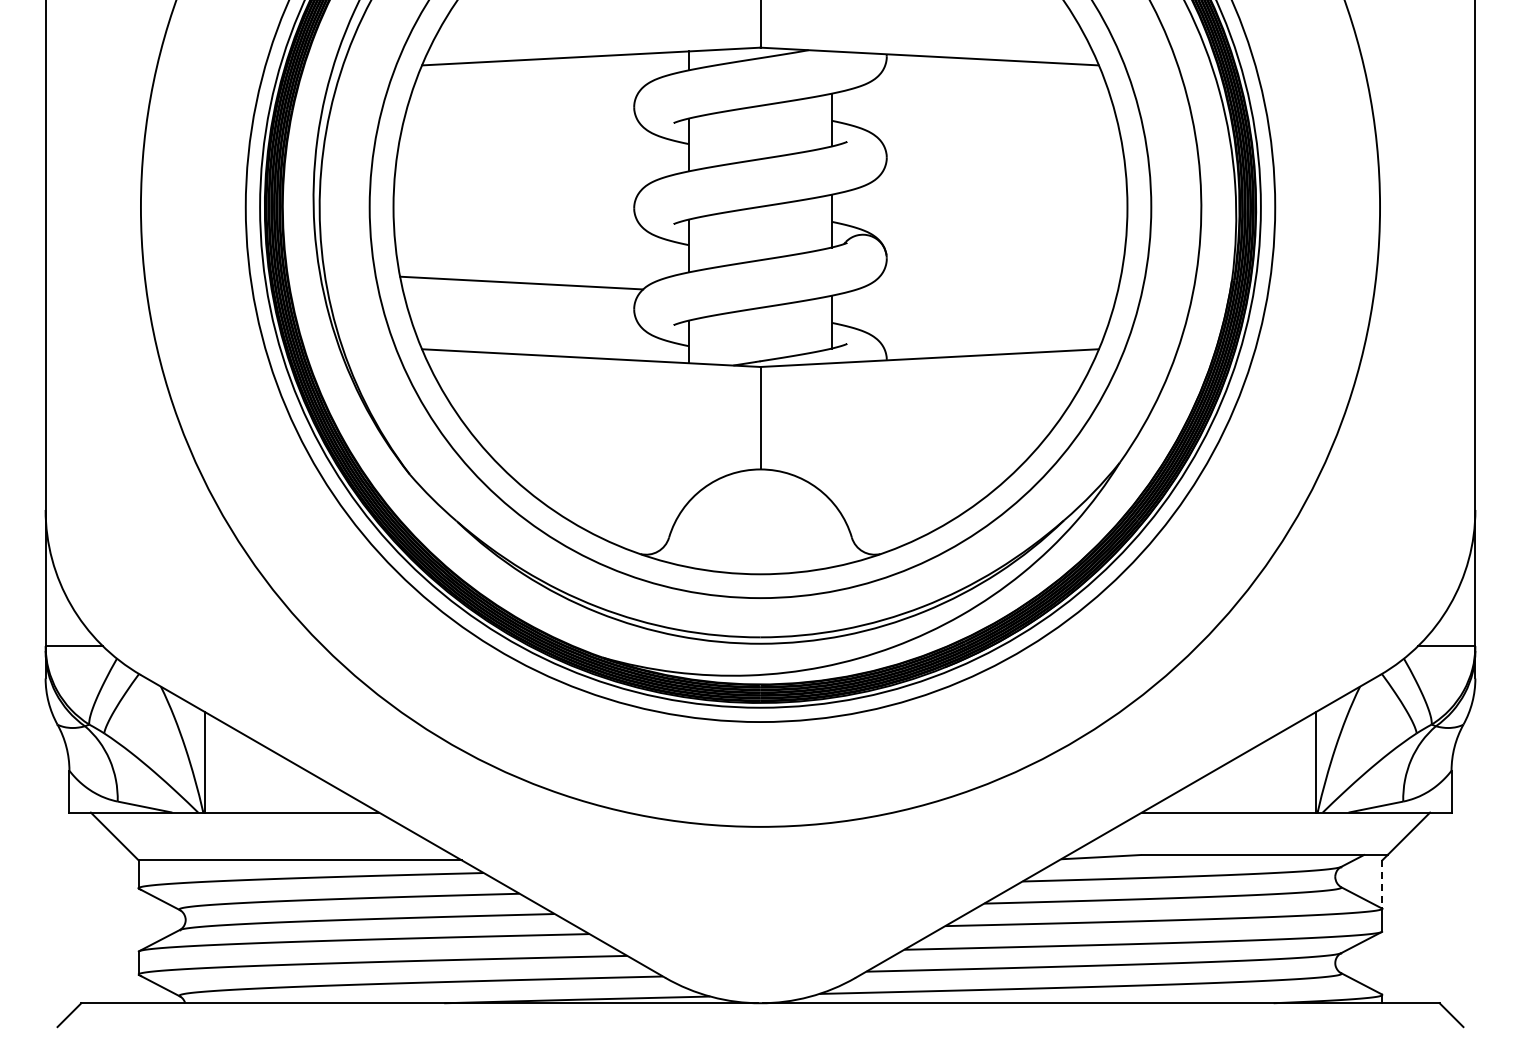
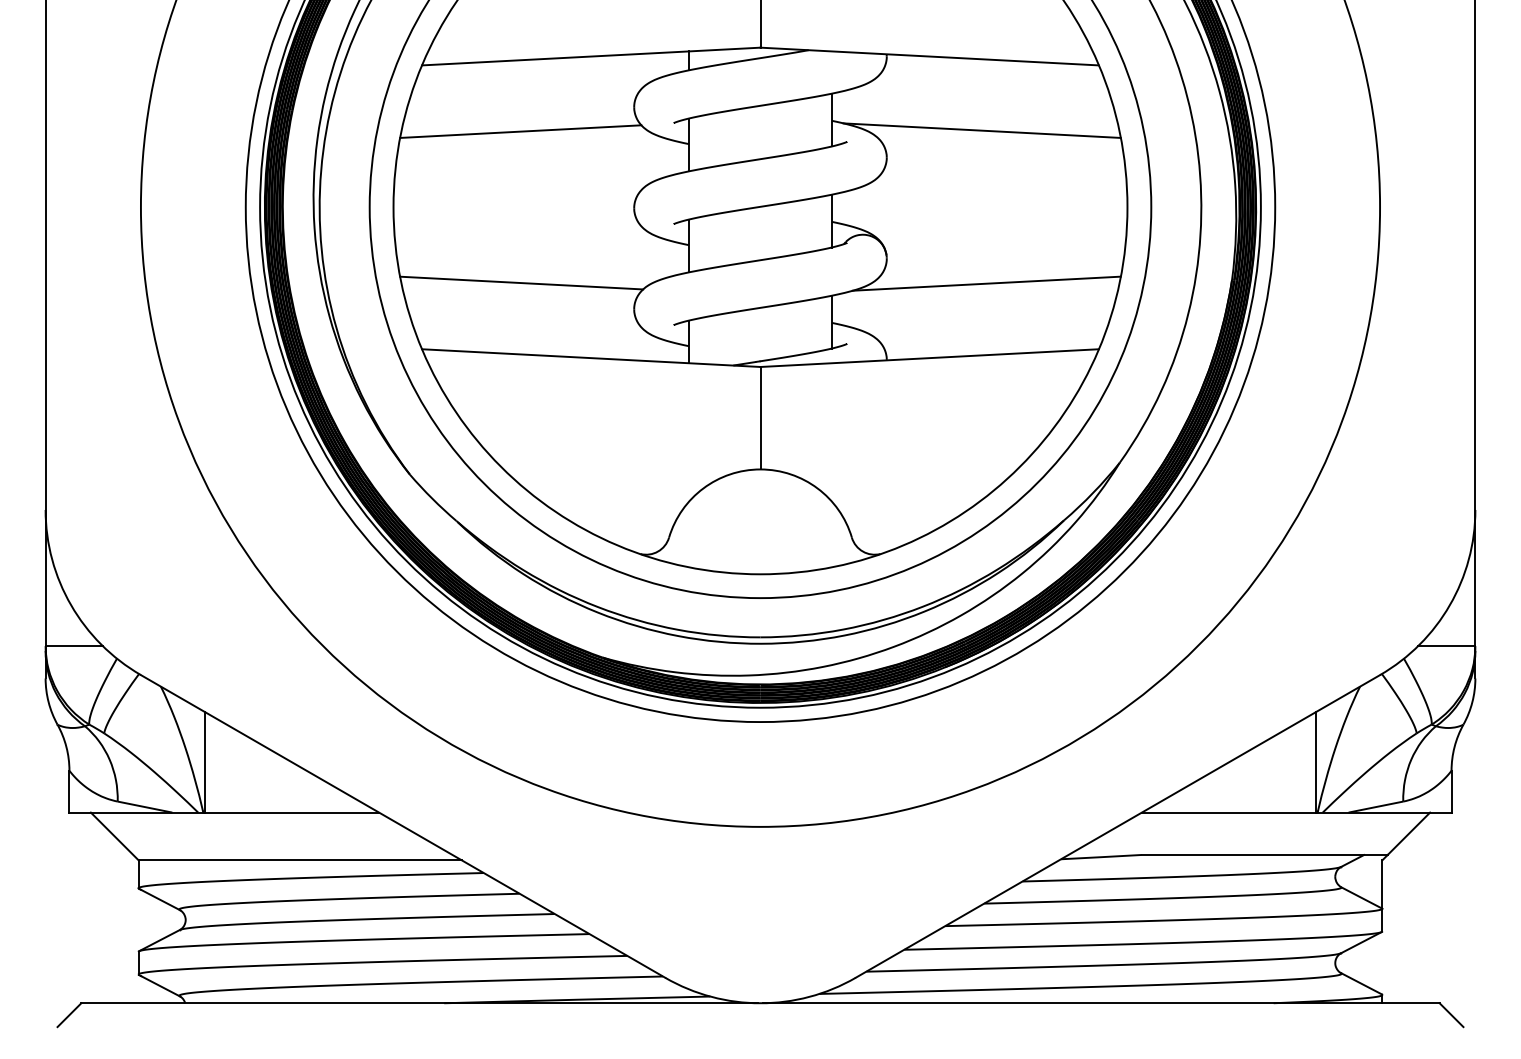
line at (981, 130): none -> present
line at (520, 131): none -> present
line at (986, 283): none -> present
line at (1382, 884): dashed -> solid
